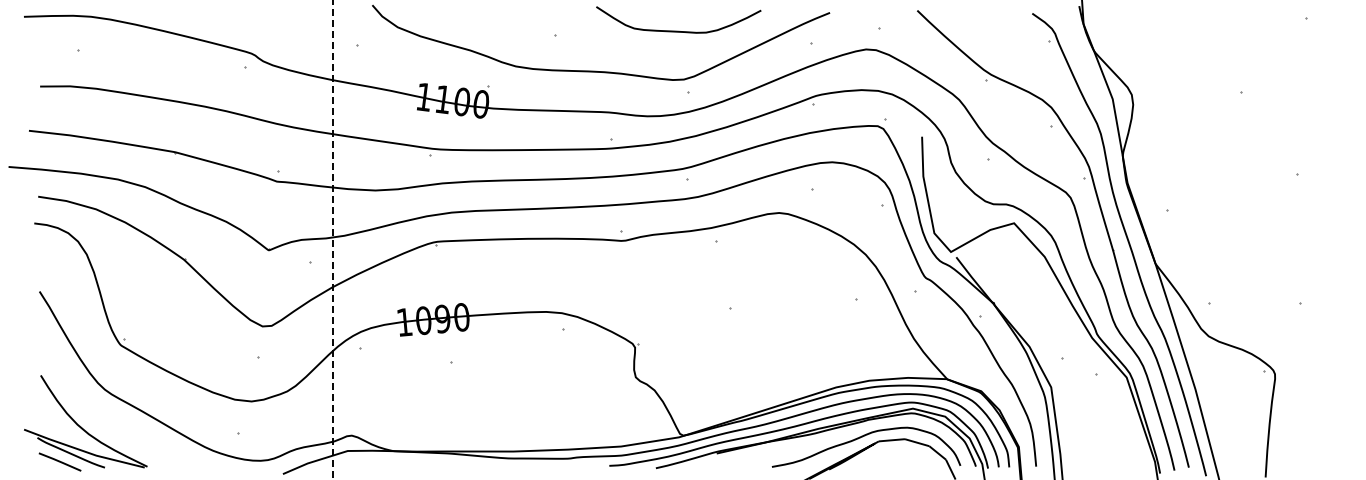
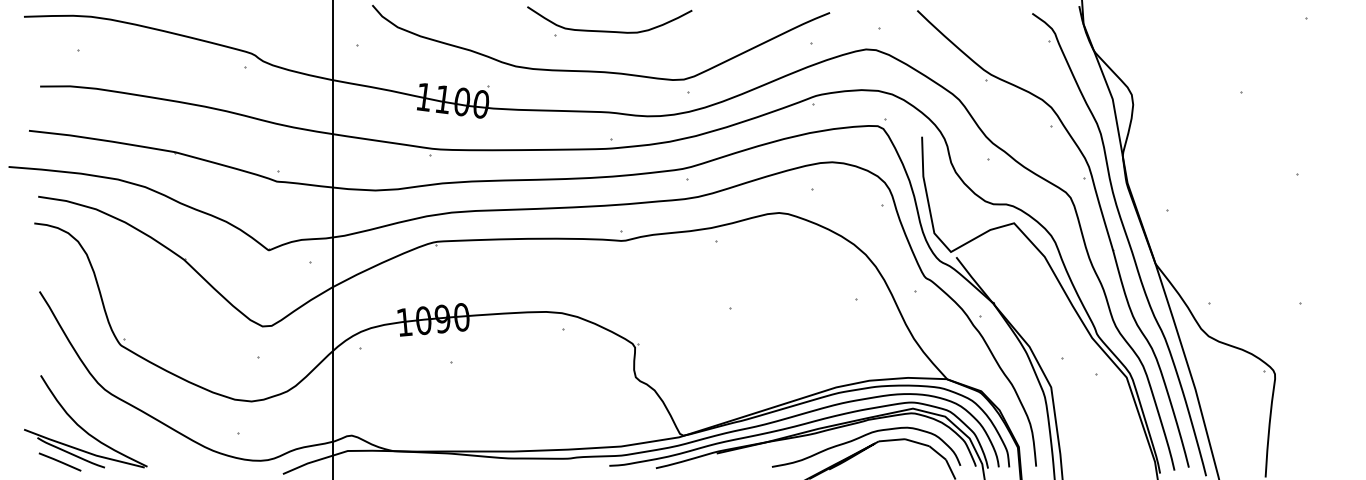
curve at (678, 30) position: (678, 30) -> (609, 30)
line at (332, 239): dashed -> solid
